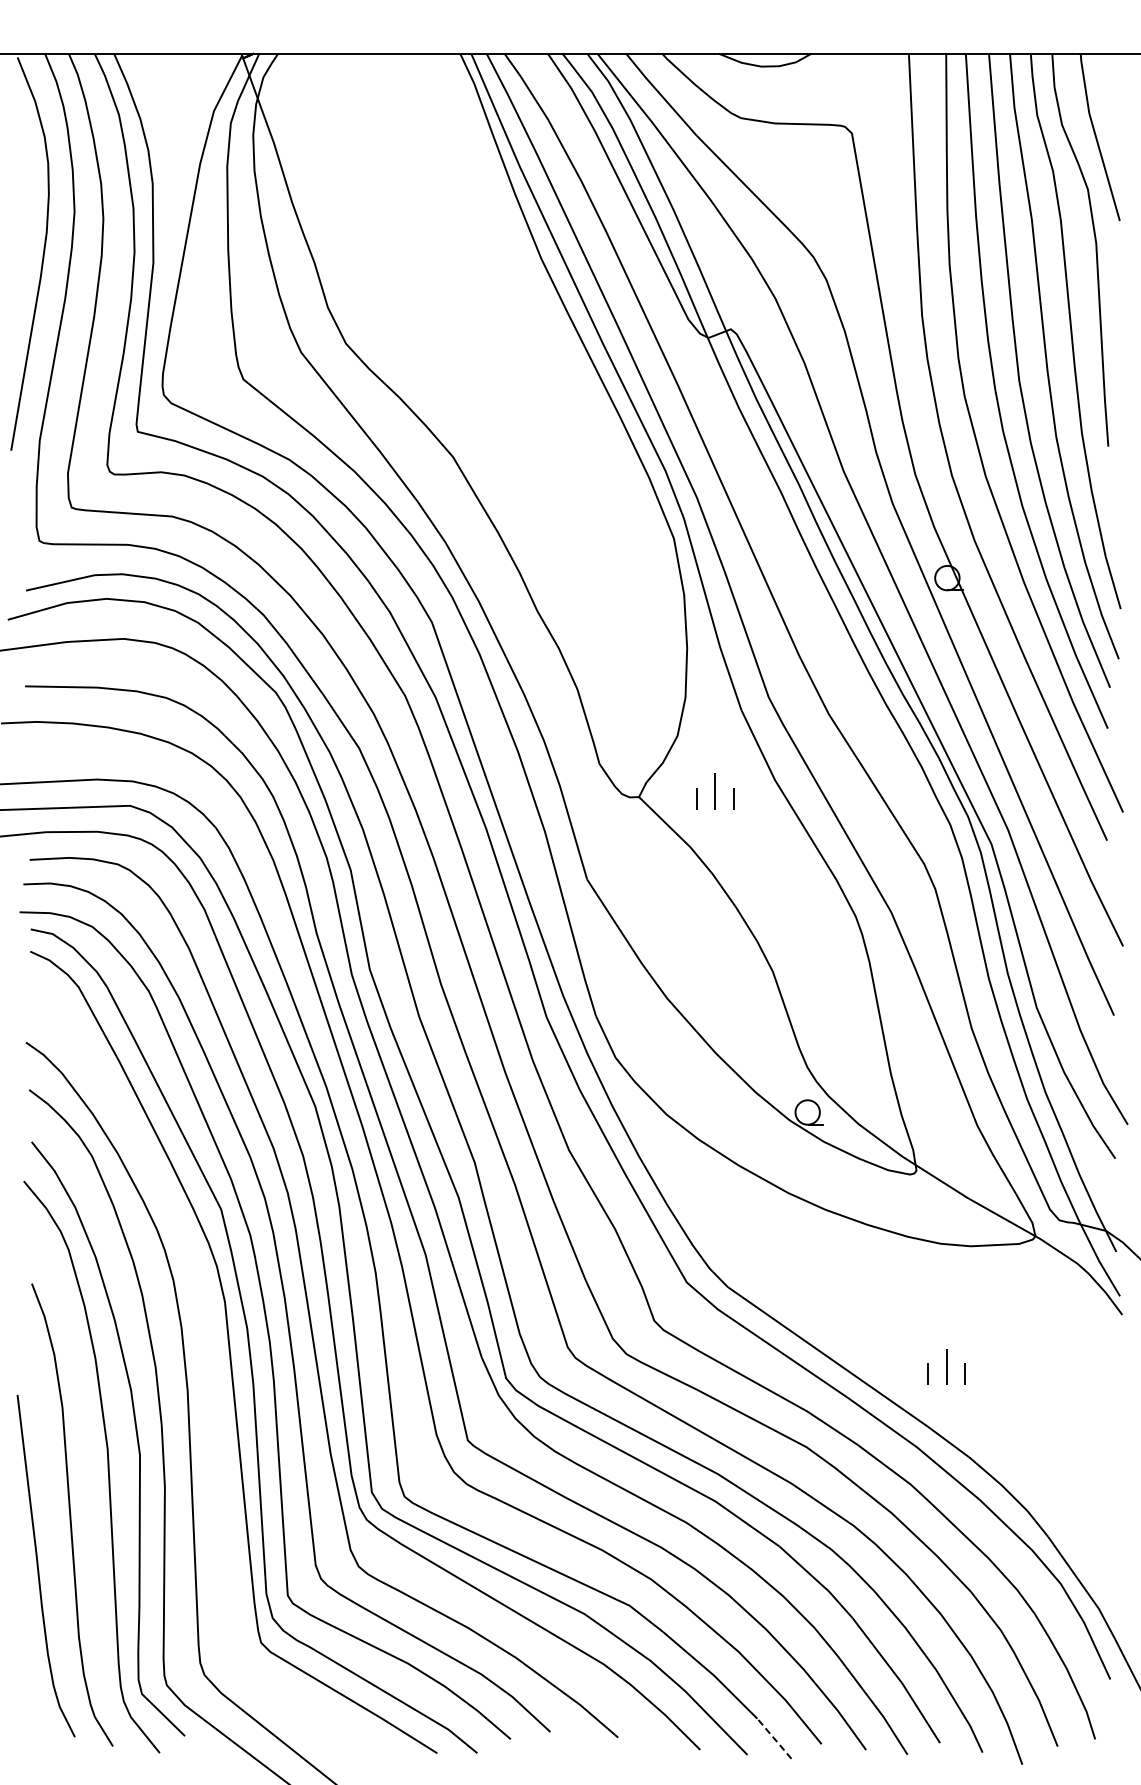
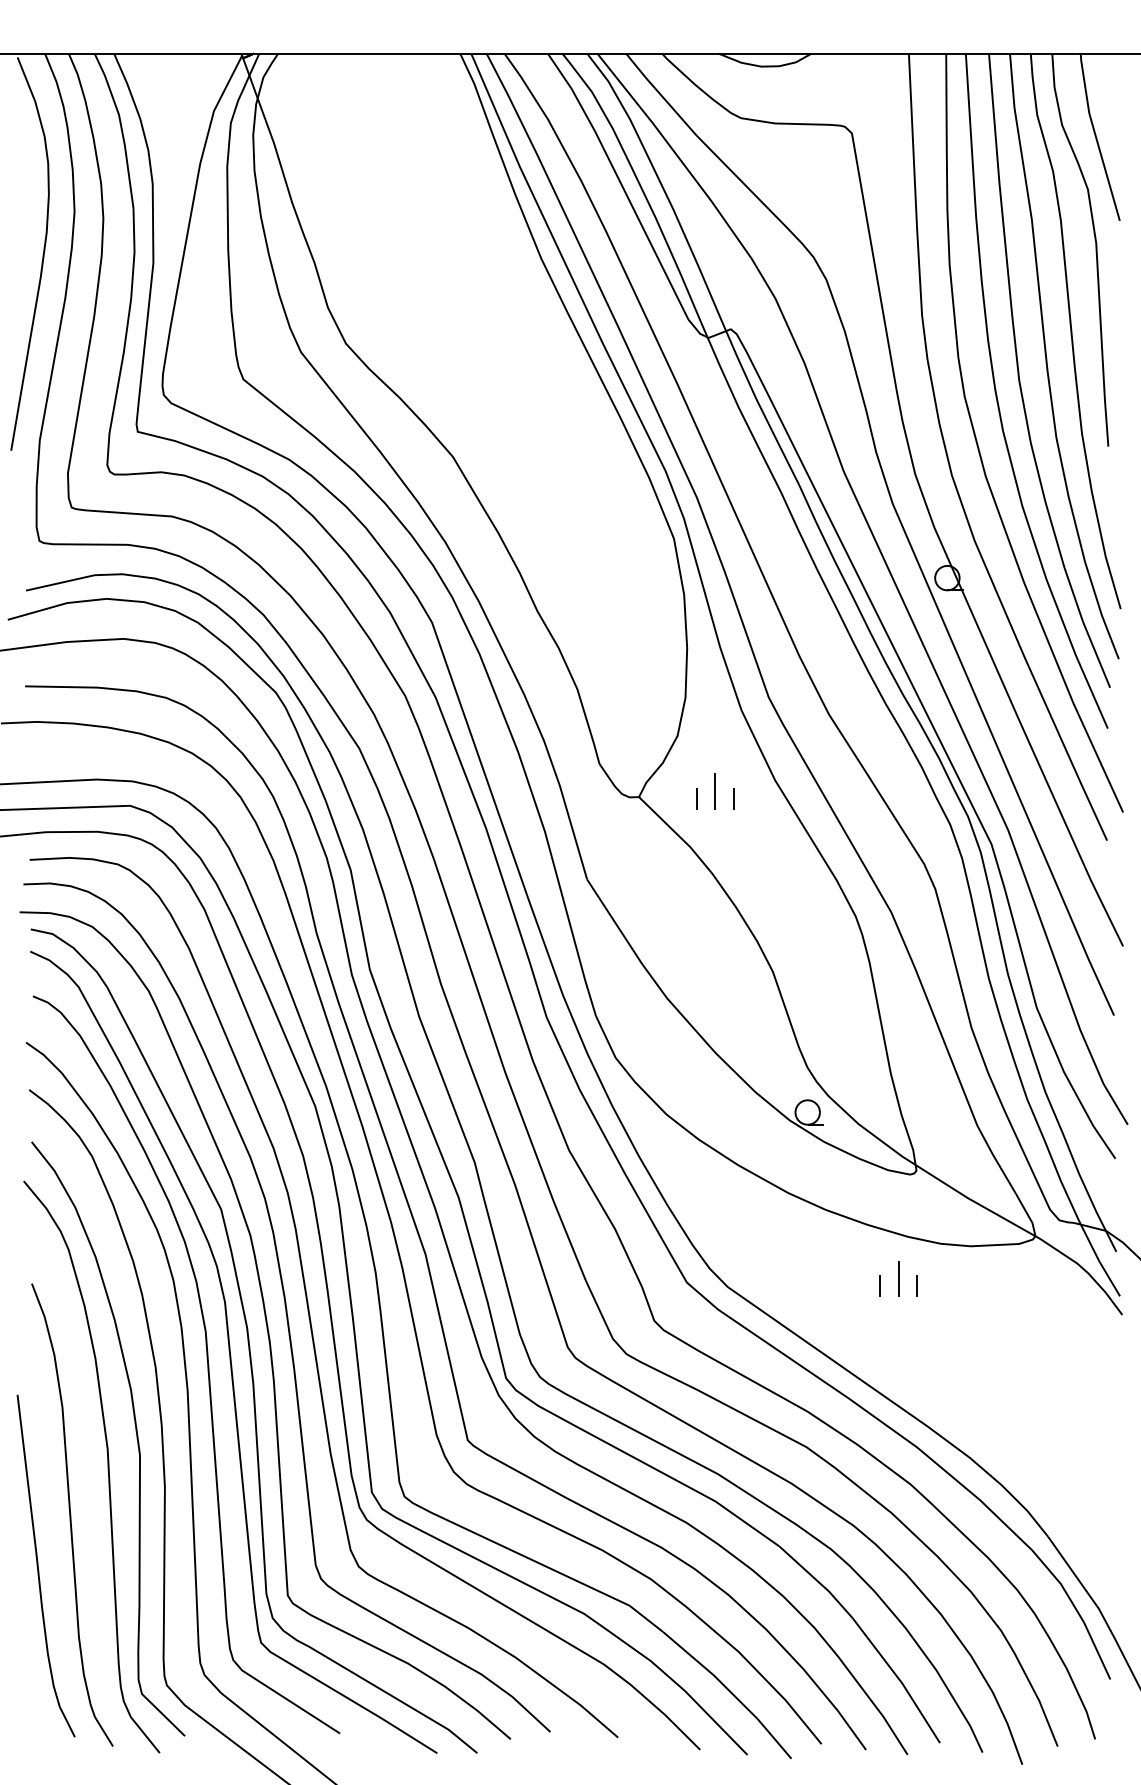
curve at (206, 1359): none -> present
part at (946, 1366) position: (946, 1366) -> (898, 1278)
line at (774, 1738): dashed -> solid
